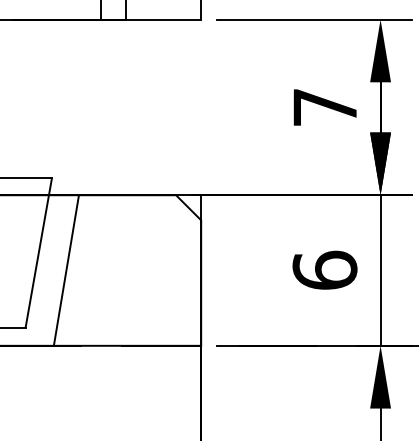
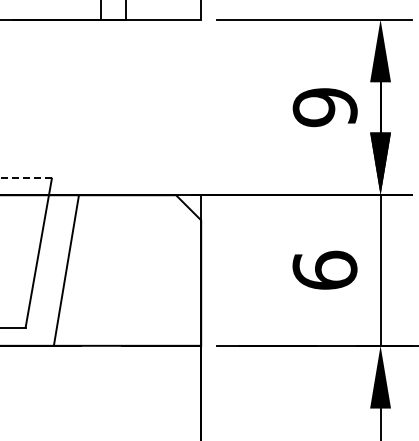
text at (324, 107): 7 -> 9
line at (26, 177): solid -> dashed
